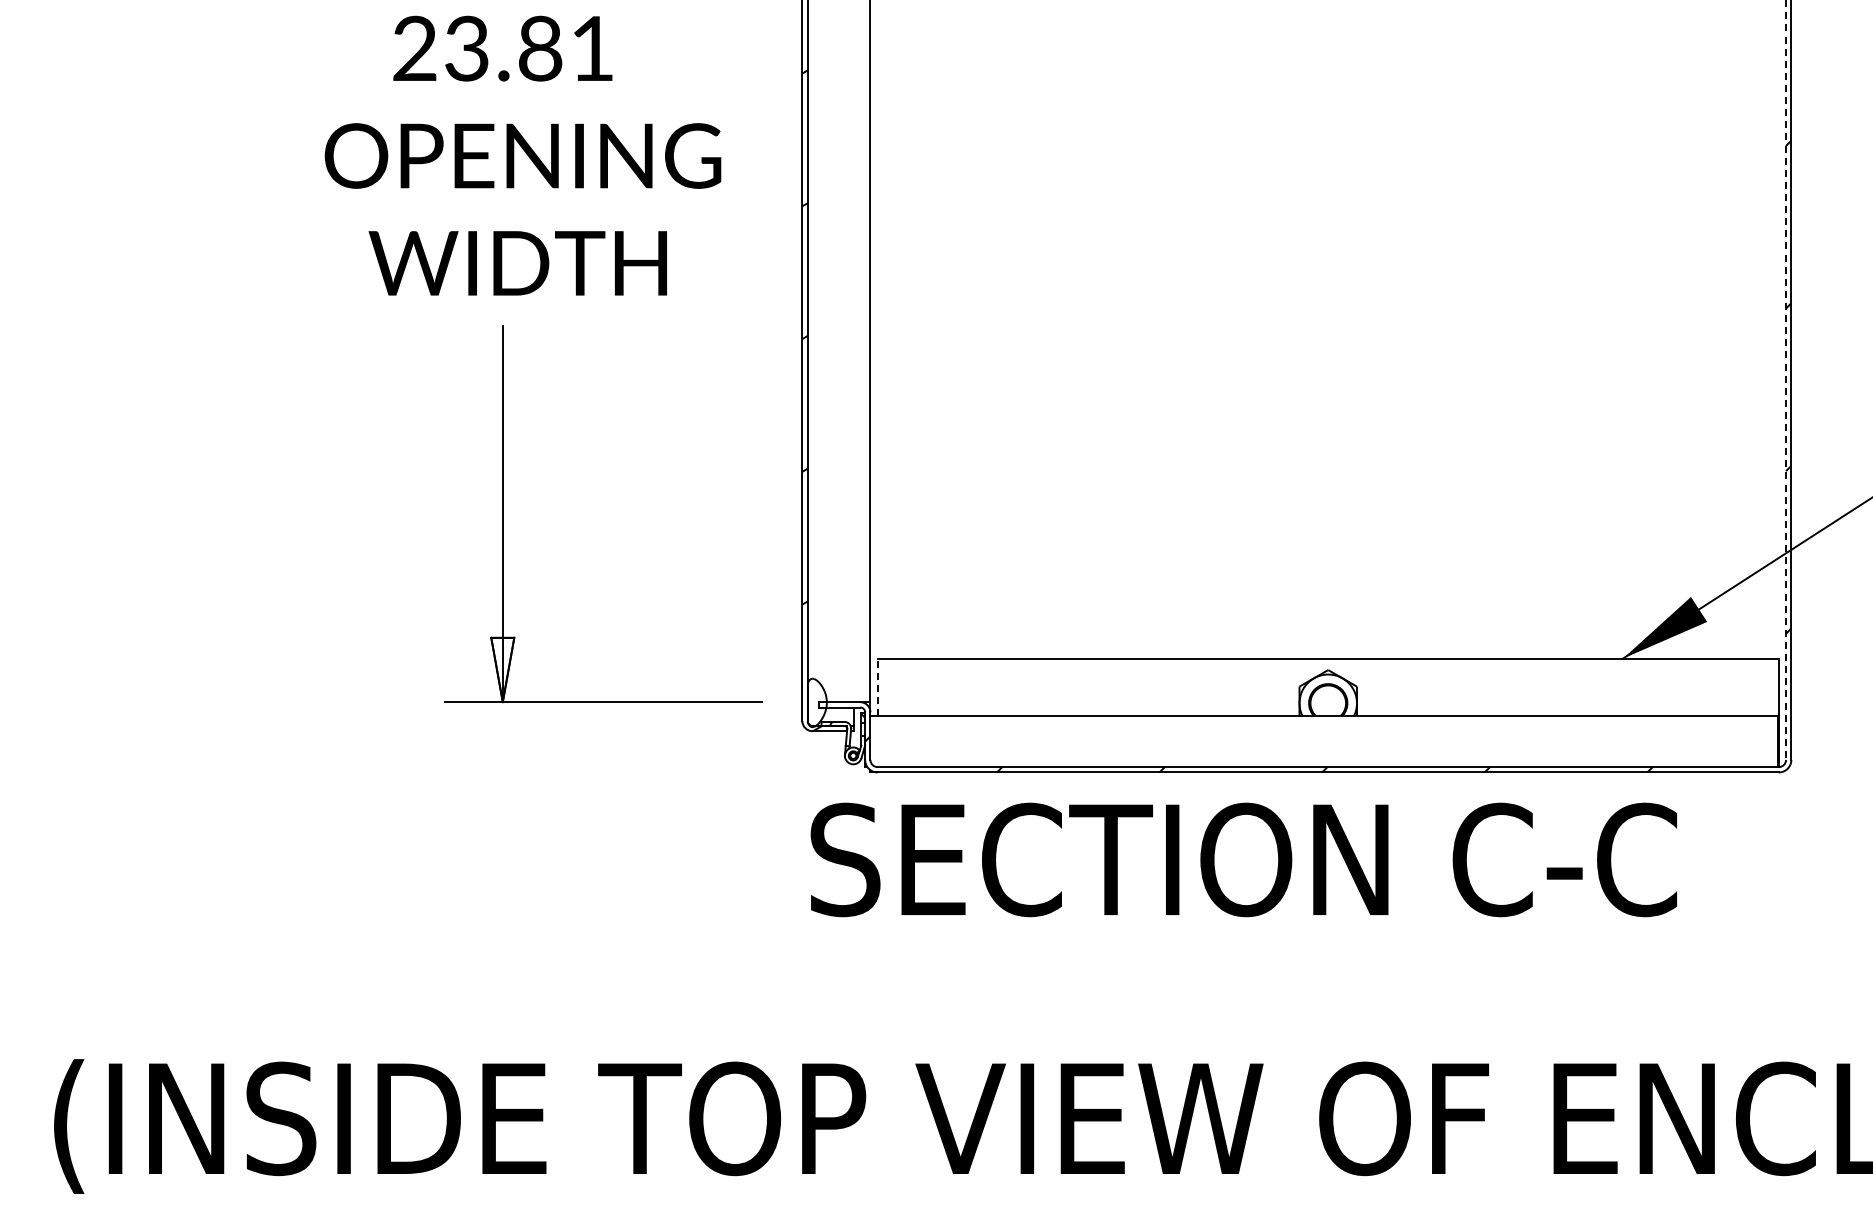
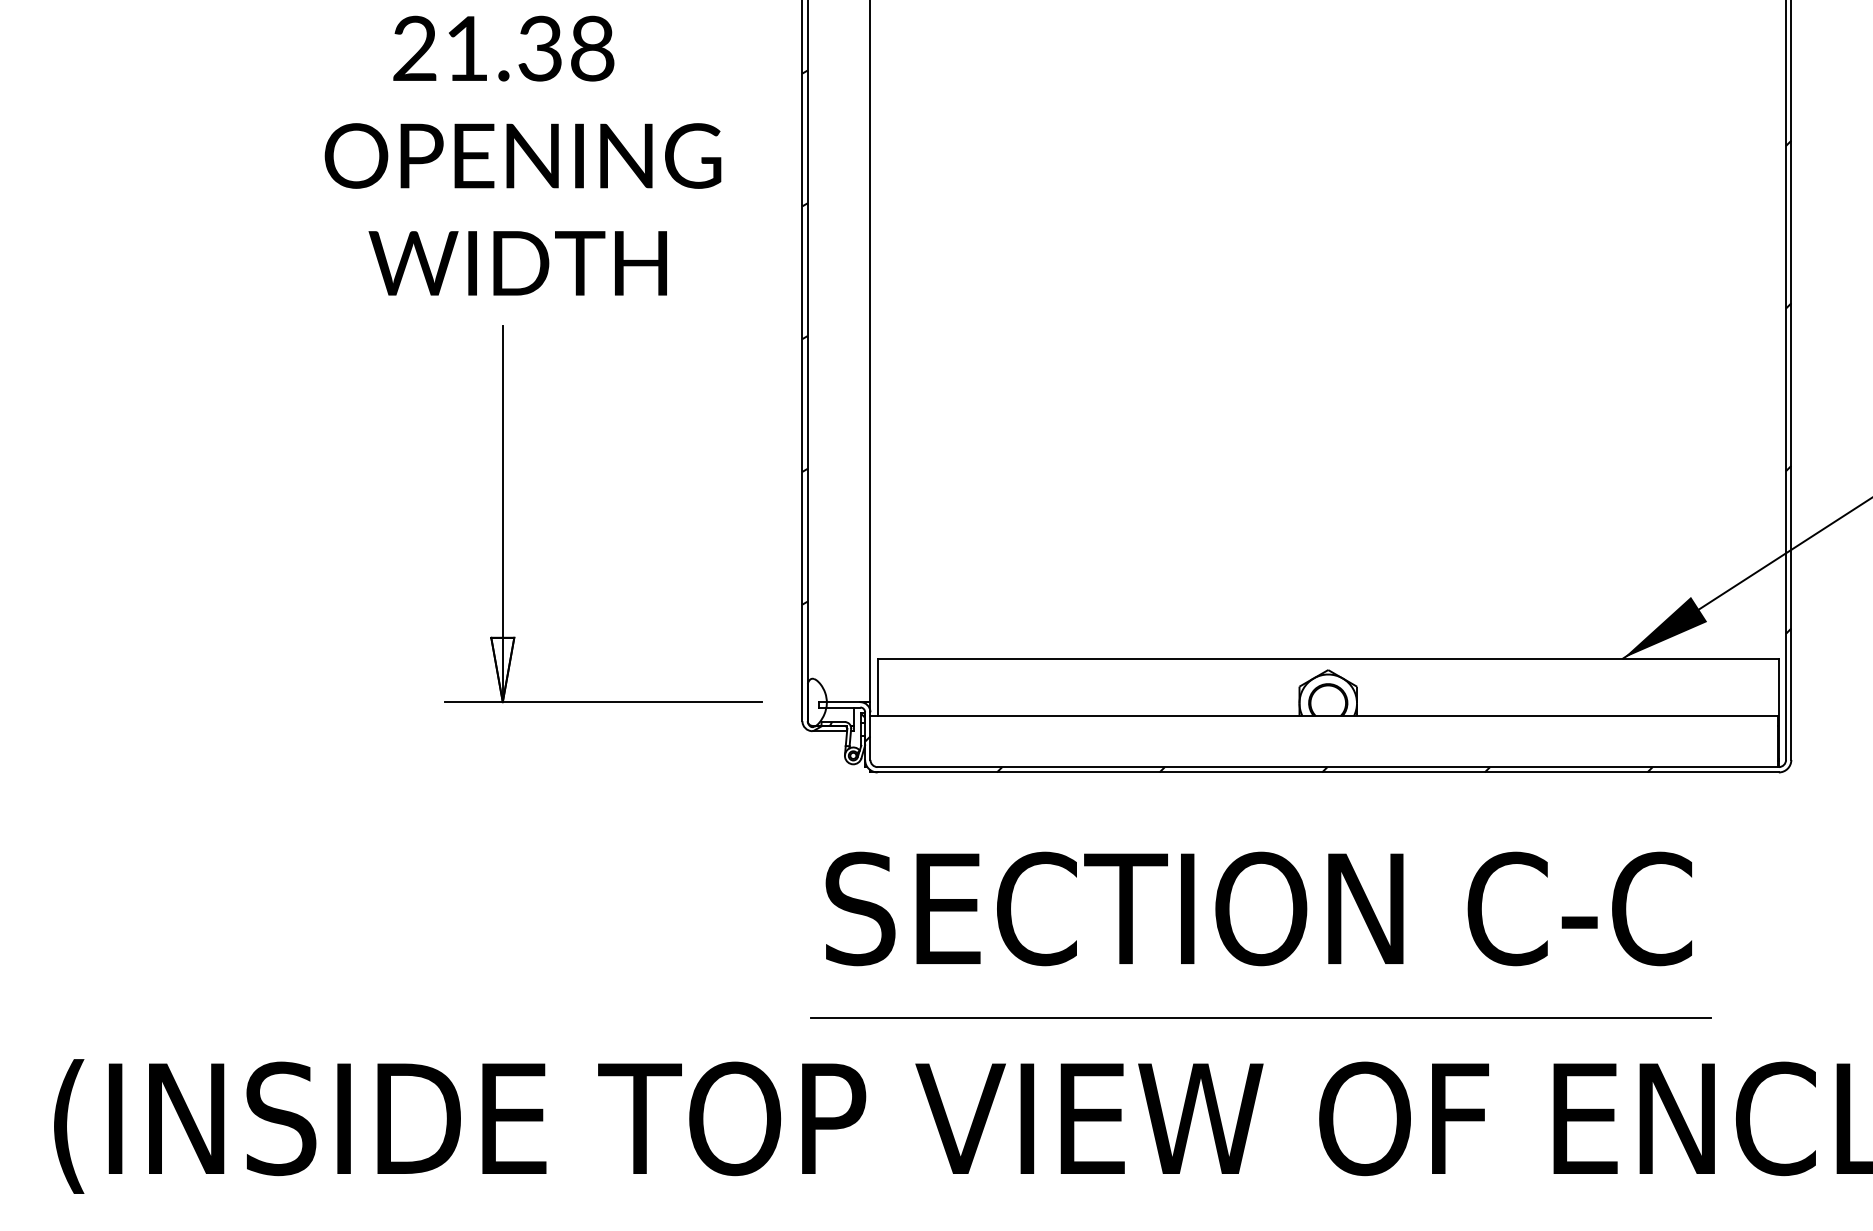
text at (529, 48): 23.81 -> 21.38
line at (1786, 380): dashed -> solid
line at (877, 687): dashed -> solid
text at (1243, 859) position: (1243, 859) -> (1258, 908)
line at (1260, 1018): none -> present
